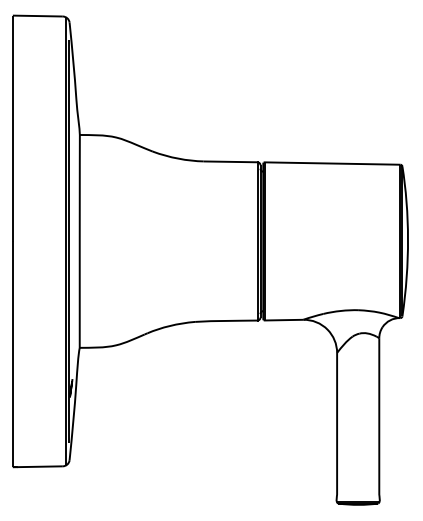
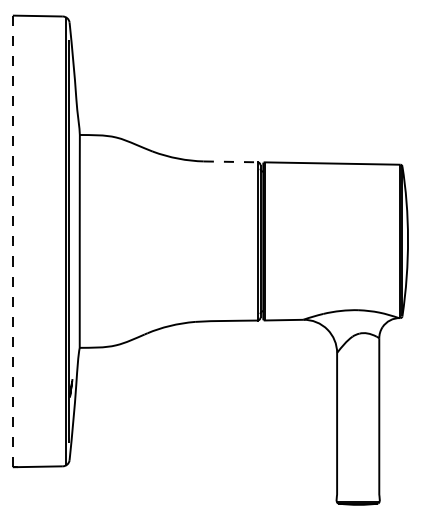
line at (230, 161): solid -> dashed
line at (12, 241): solid -> dashed
